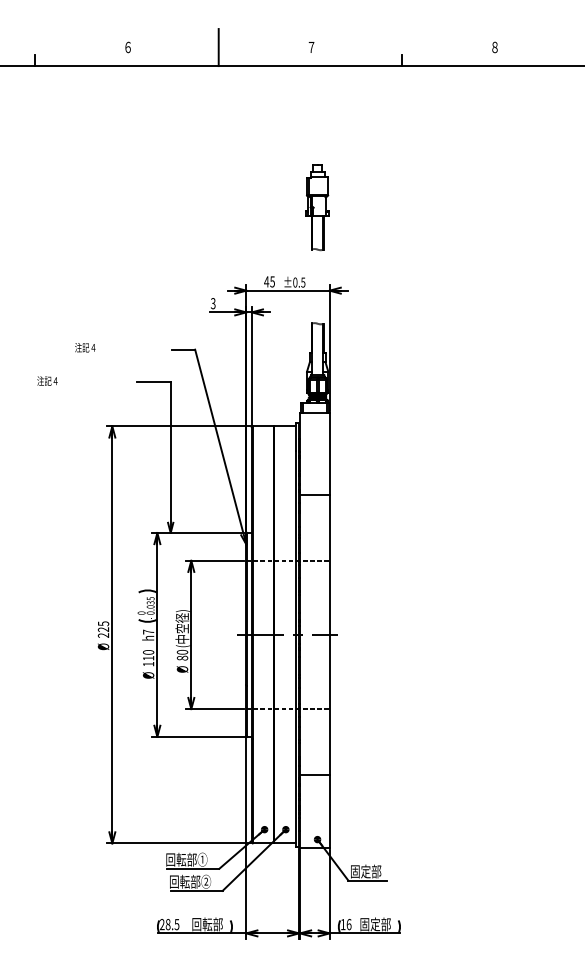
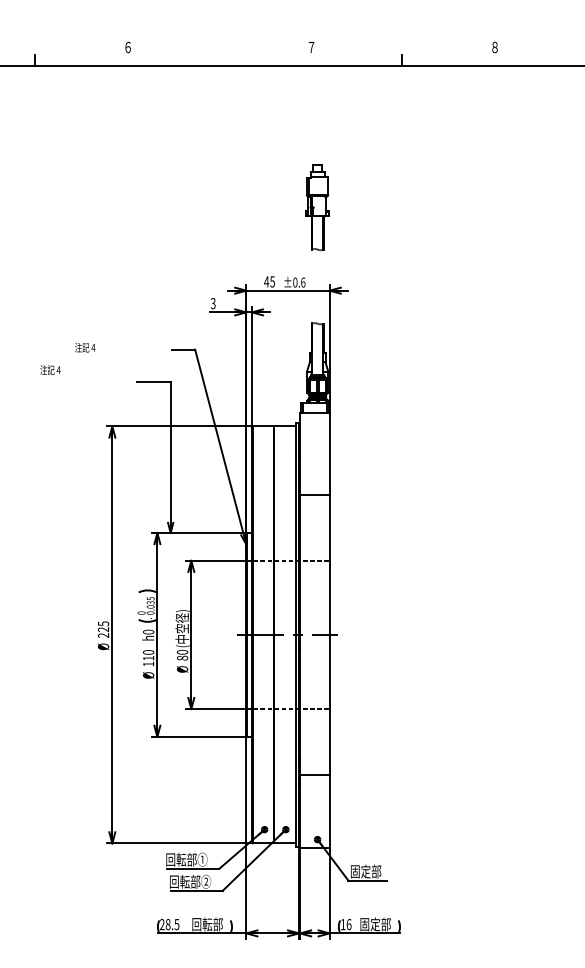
line at (218, 47): present -> none
text at (303, 282): ±0.5 -> ±0.6
text at (47, 380) position: (47, 380) -> (50, 369)
text at (148, 631): h7 -> h0
